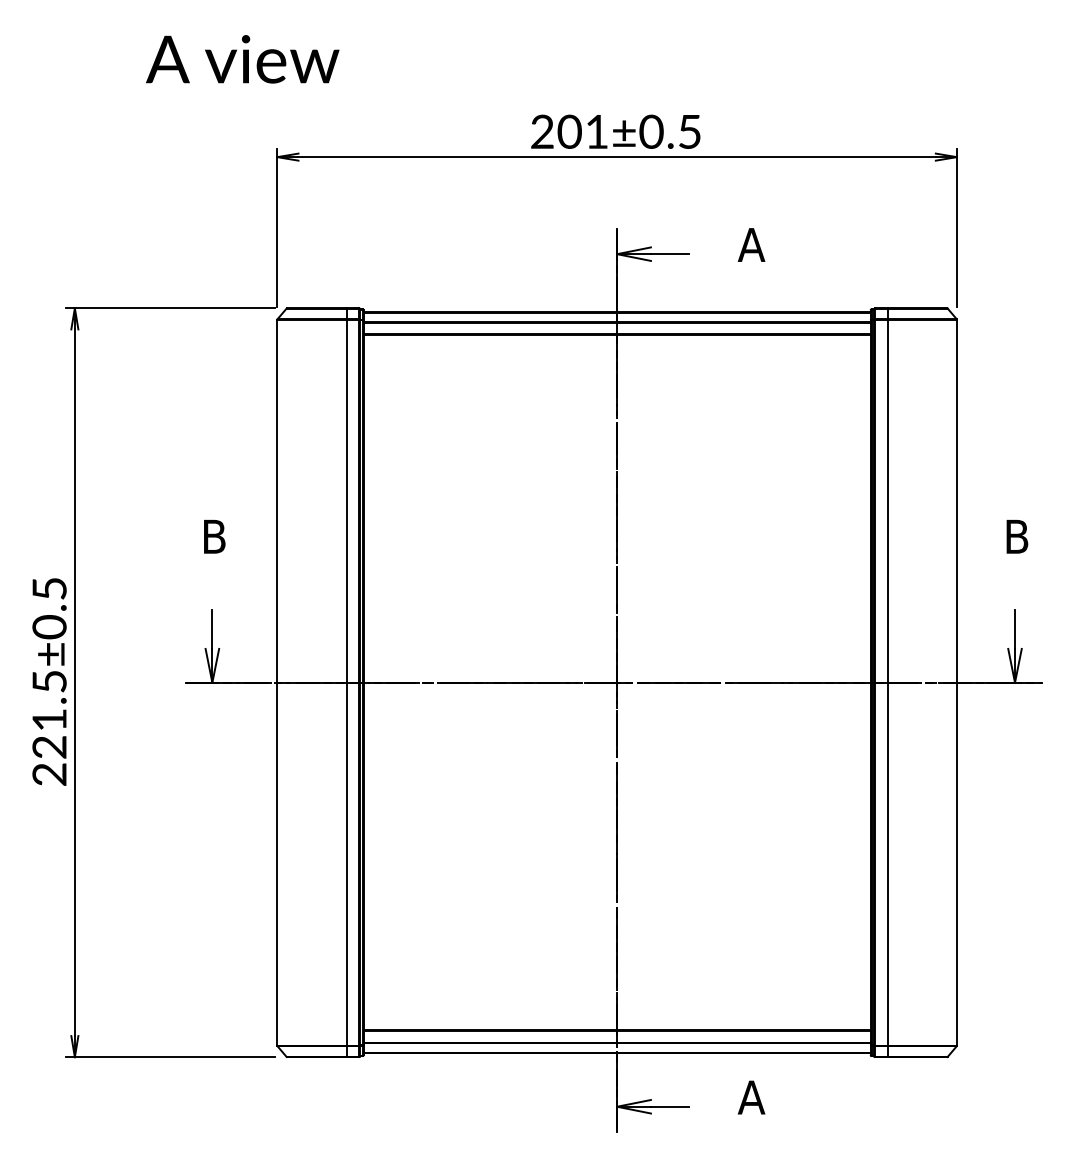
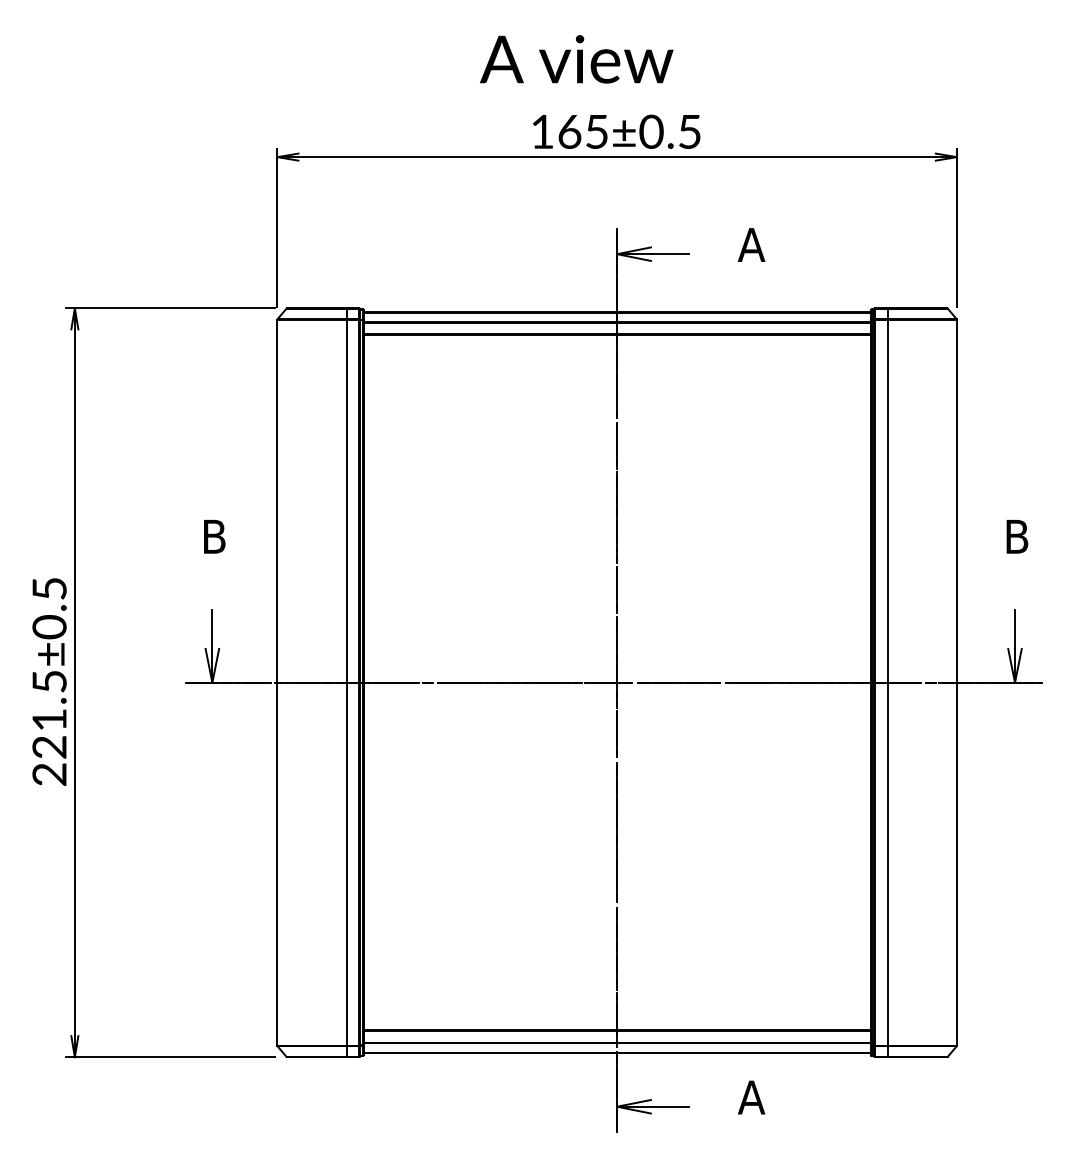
text at (242, 59) position: (242, 59) -> (576, 59)
text at (569, 131): 201±0.5 -> 165±0.5
